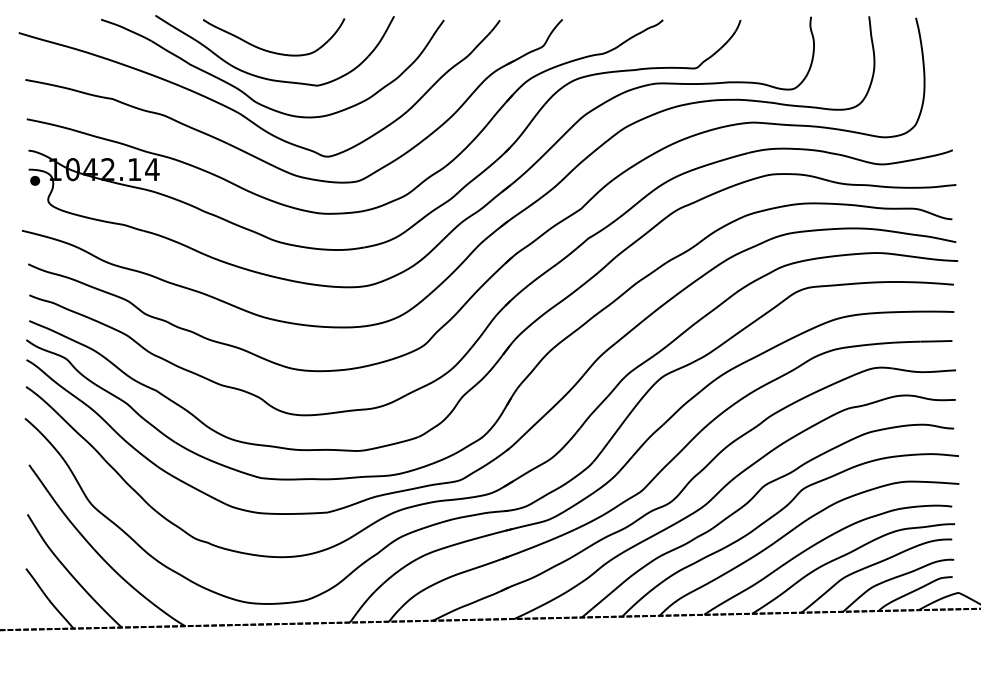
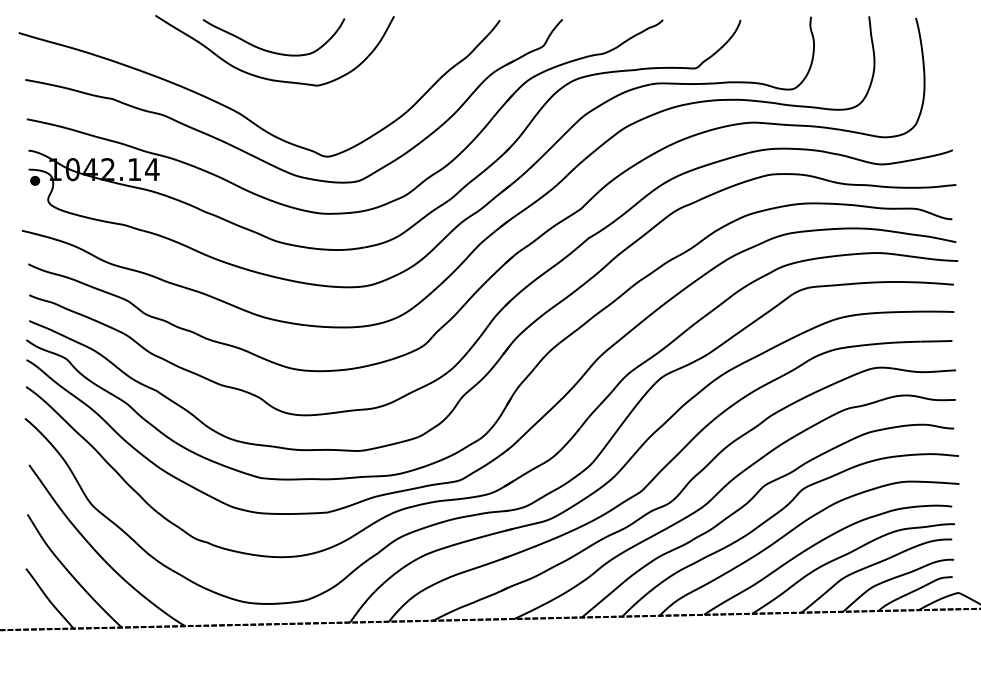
part at (251, 97): present -> none
